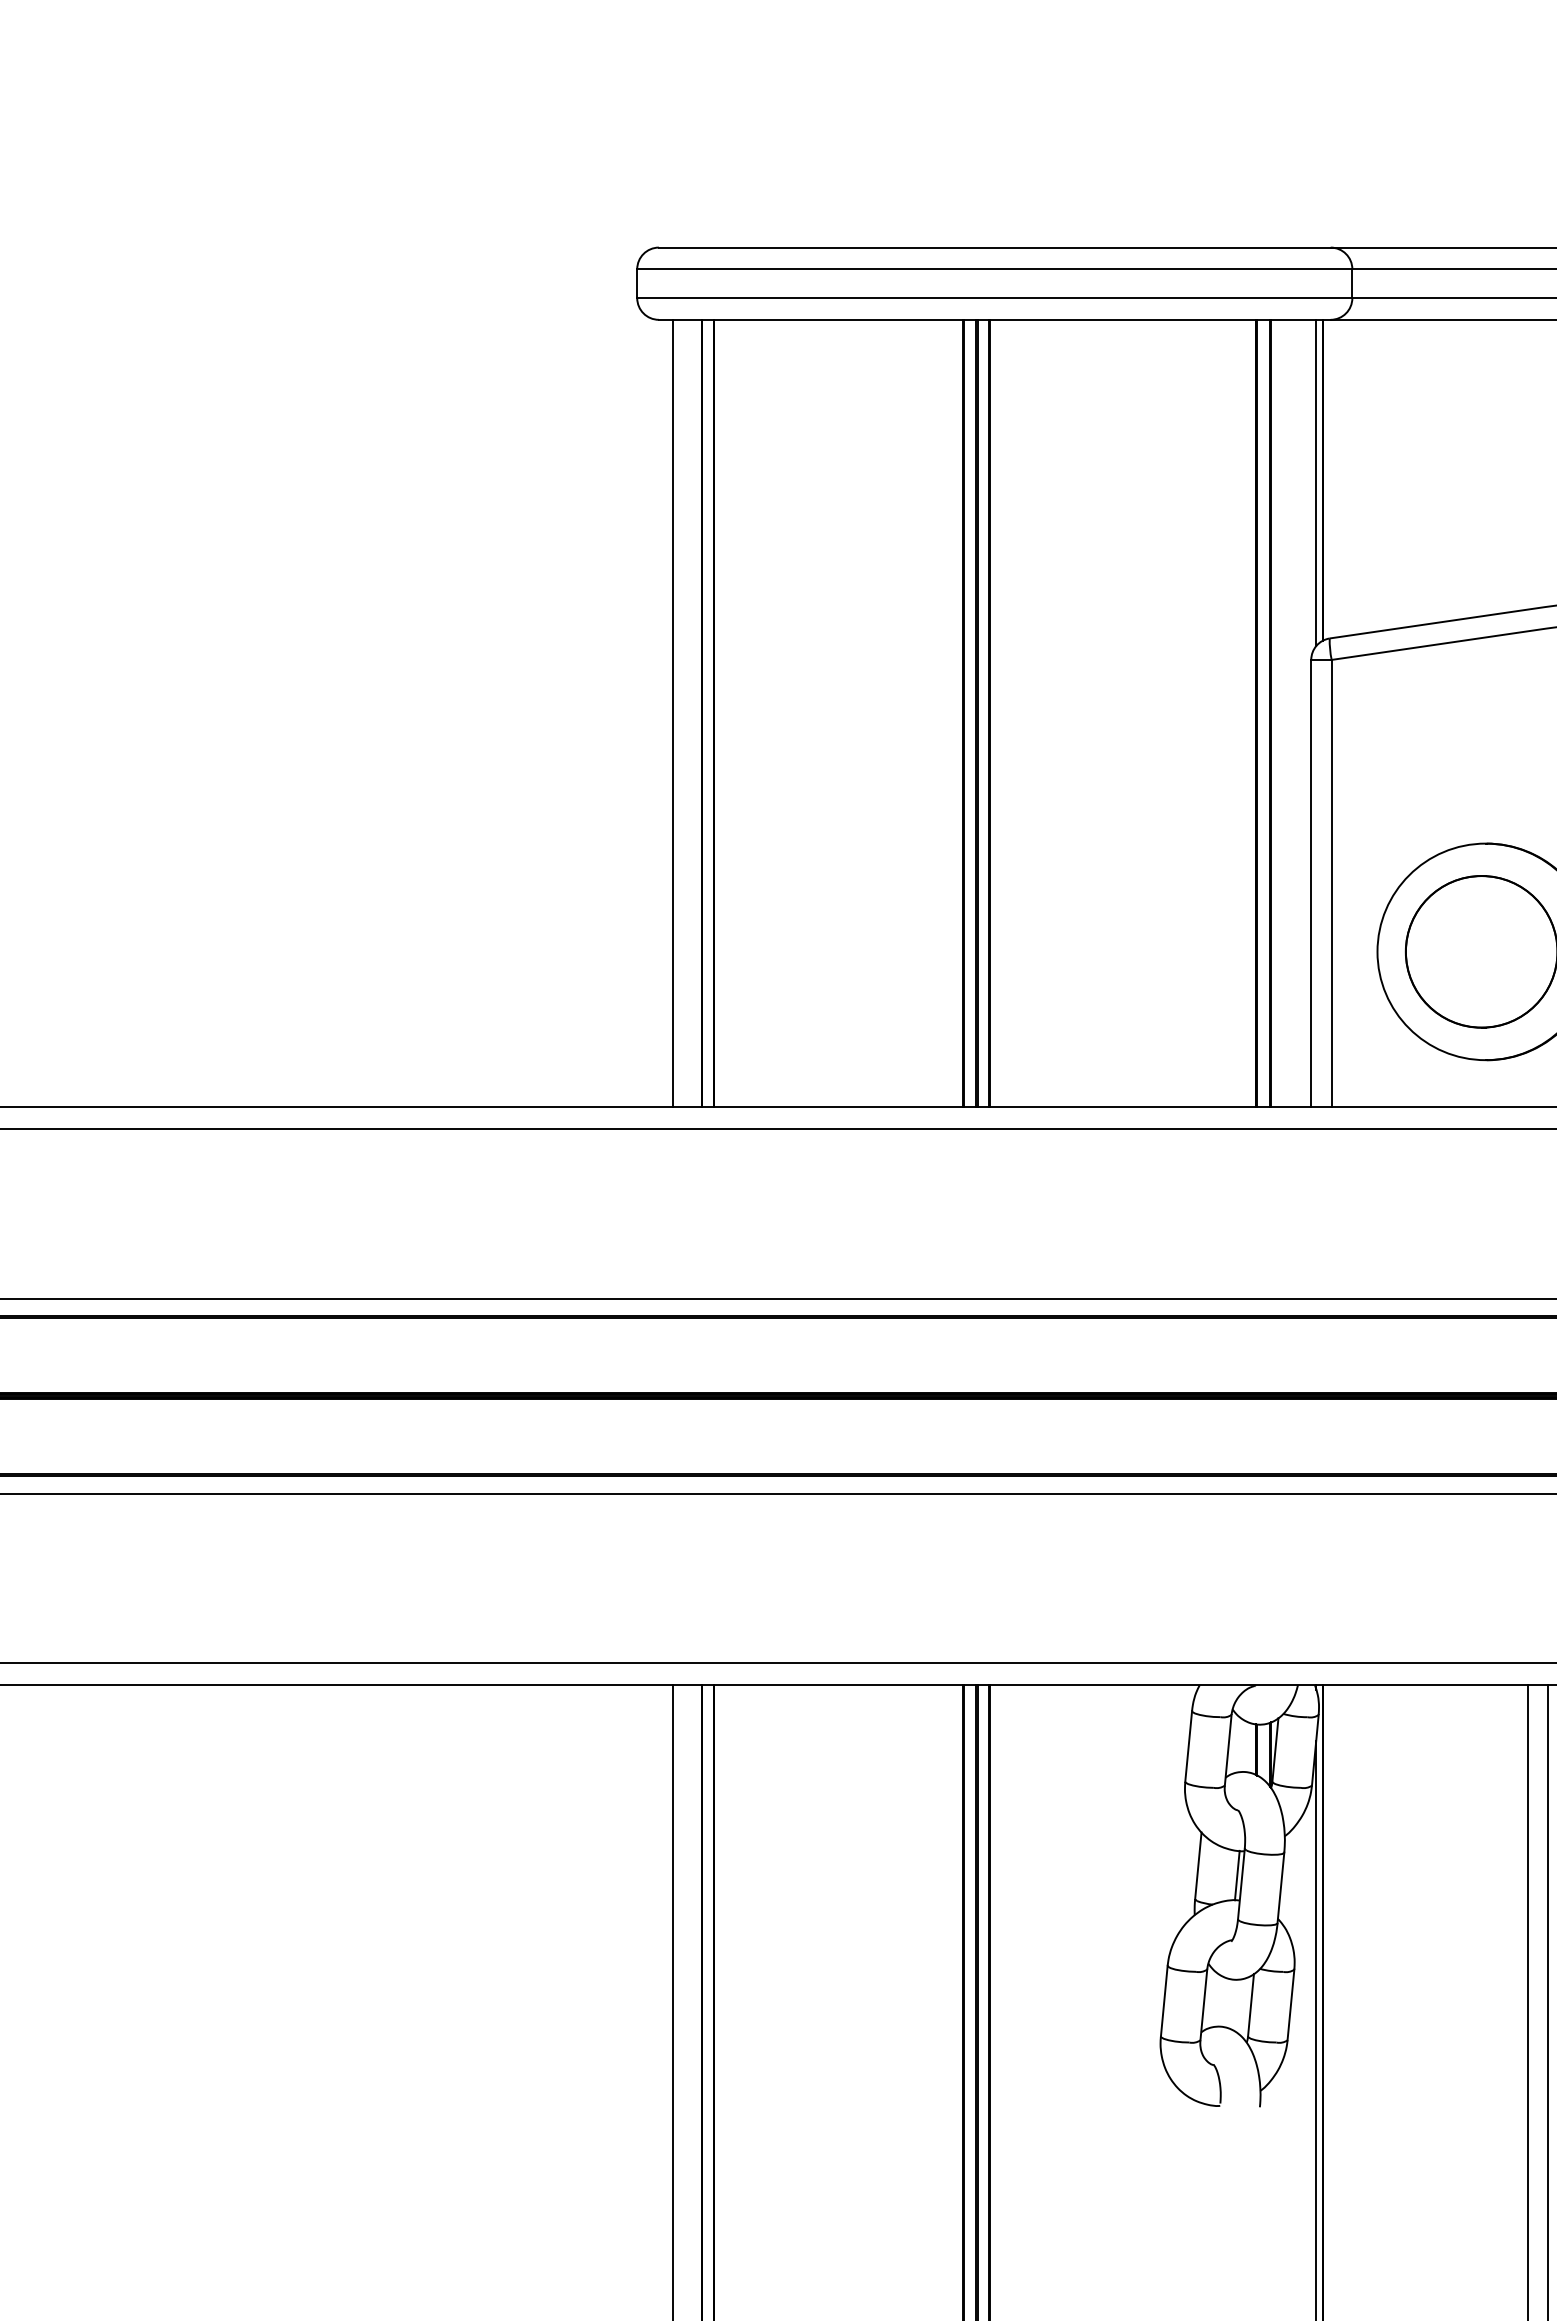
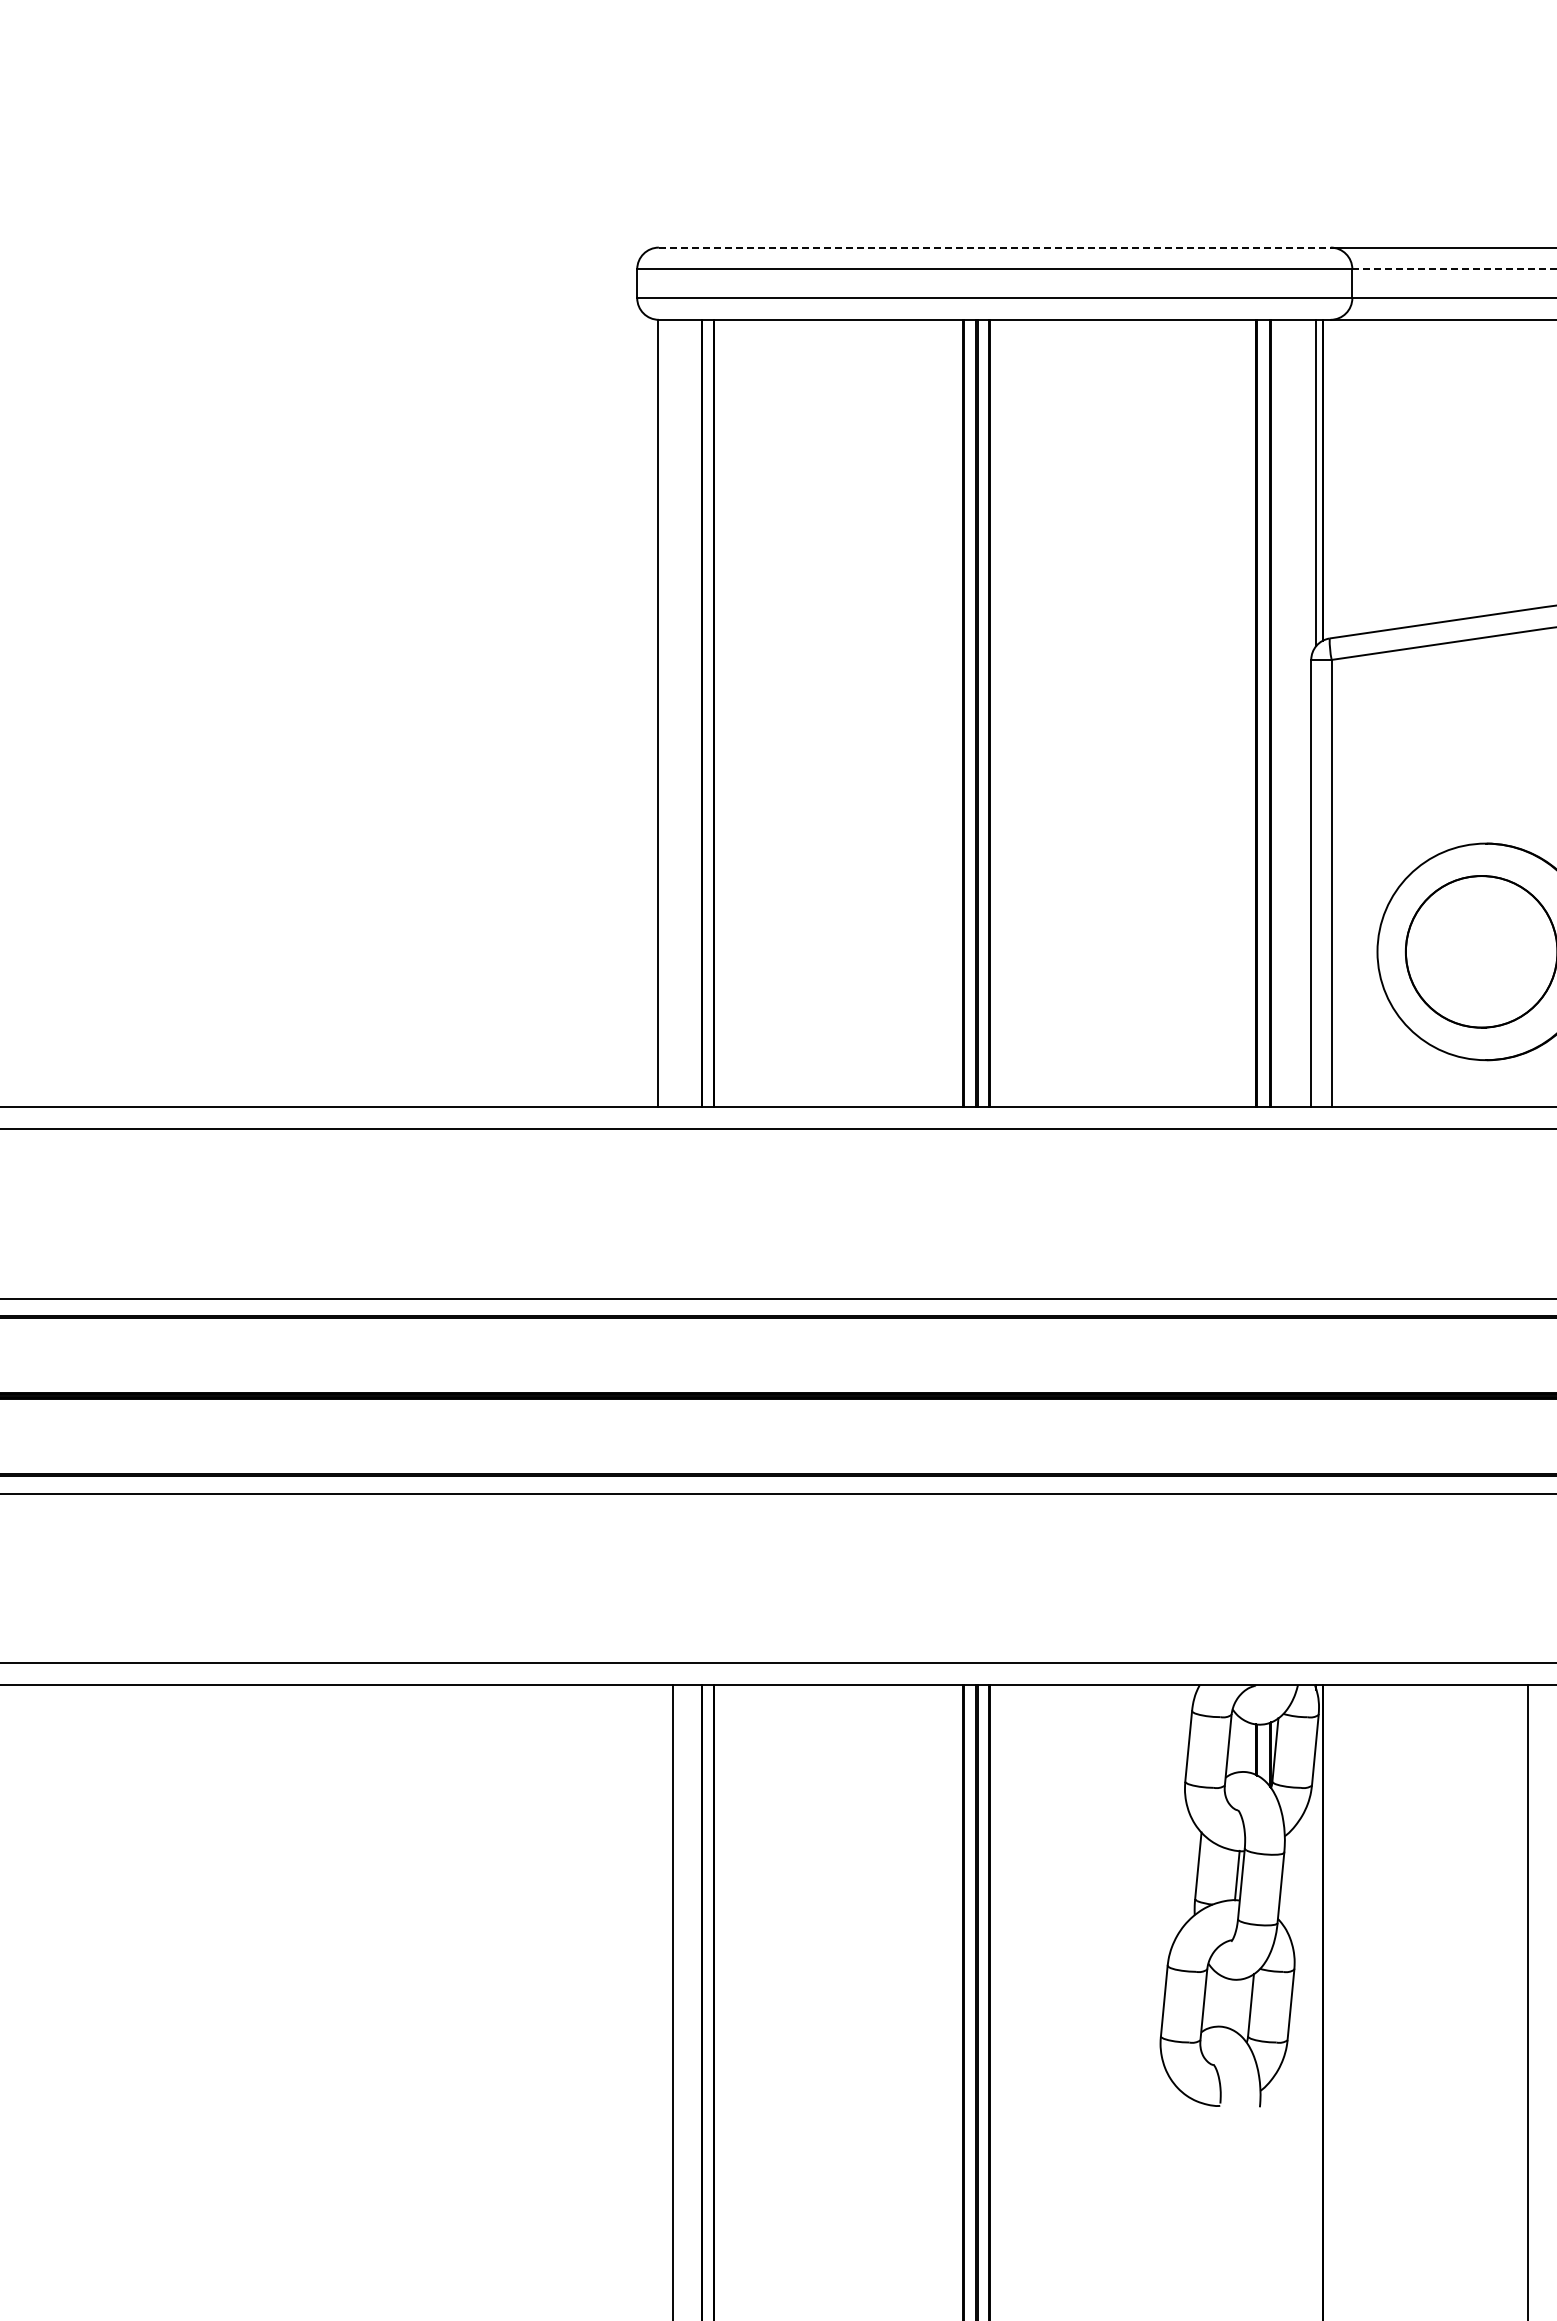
line at (994, 247): solid -> dashed
line at (1454, 269): solid -> dashed
line at (673, 713) position: (673, 713) -> (658, 713)
line at (1548, 2001): present -> none
line at (1316, 2028): present -> none
